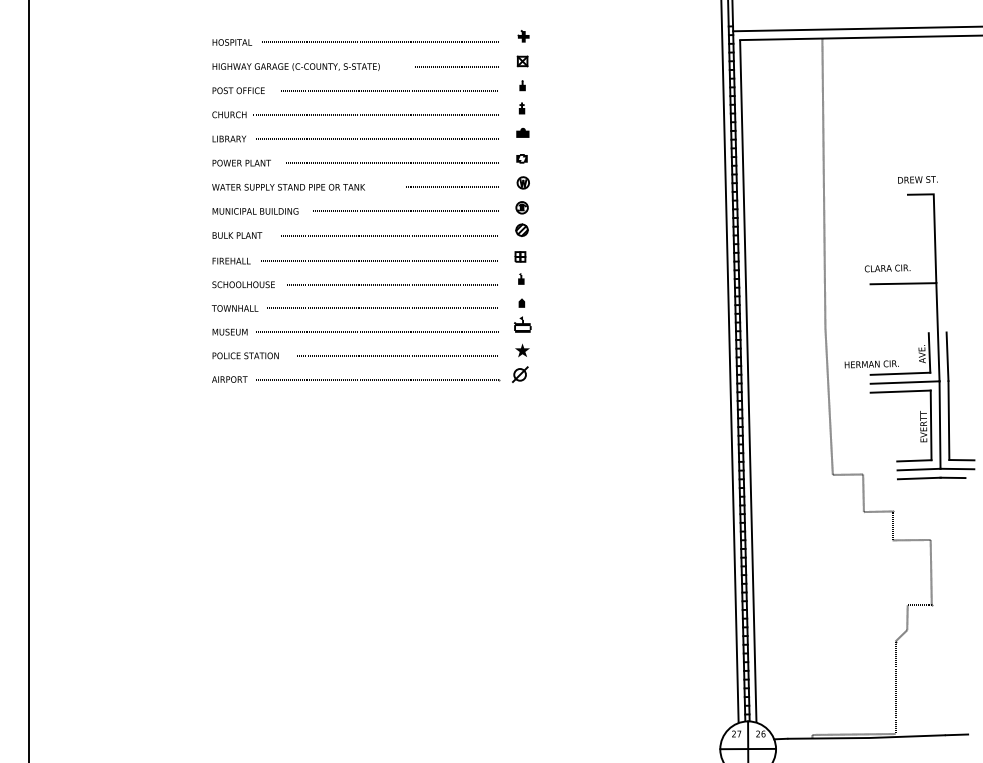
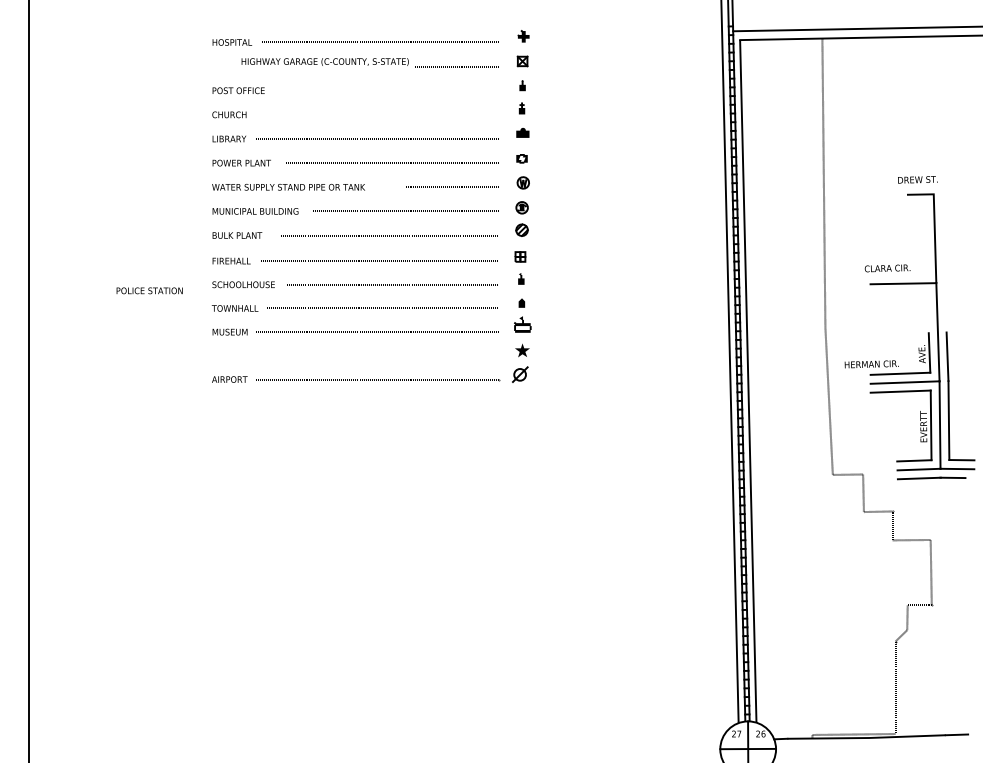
text at (295, 66) position: (295, 66) -> (324, 61)
line at (389, 90): present -> none
line at (375, 114): present -> none
text at (245, 355) position: (245, 355) -> (149, 290)
line at (396, 355): present -> none
